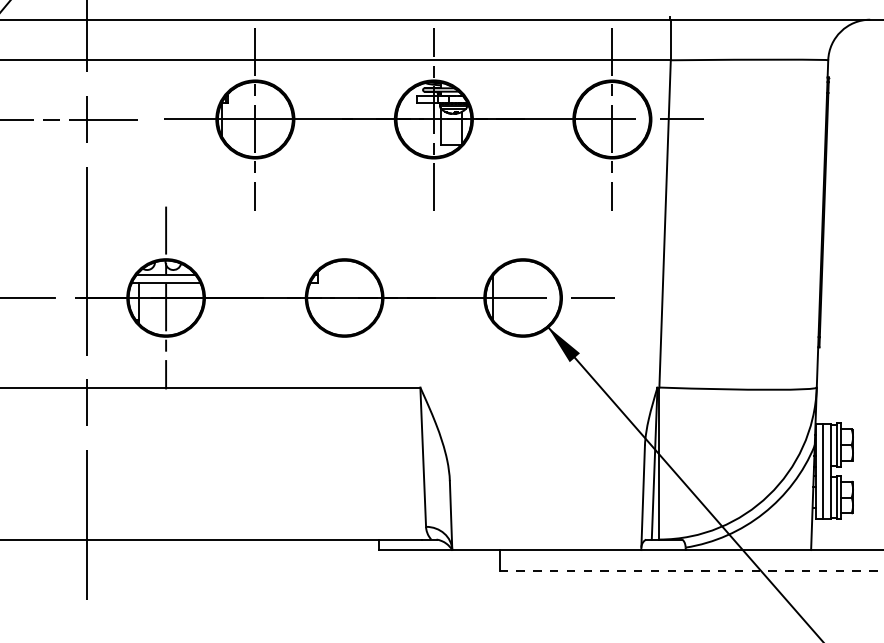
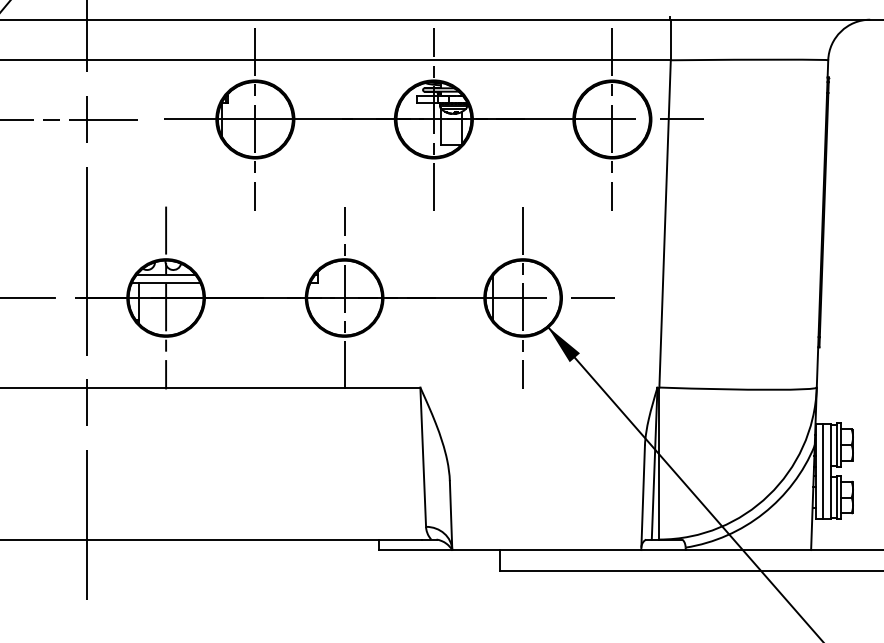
line at (344, 297): none -> present
line at (523, 297): none -> present
line at (692, 571): dashed -> solid
